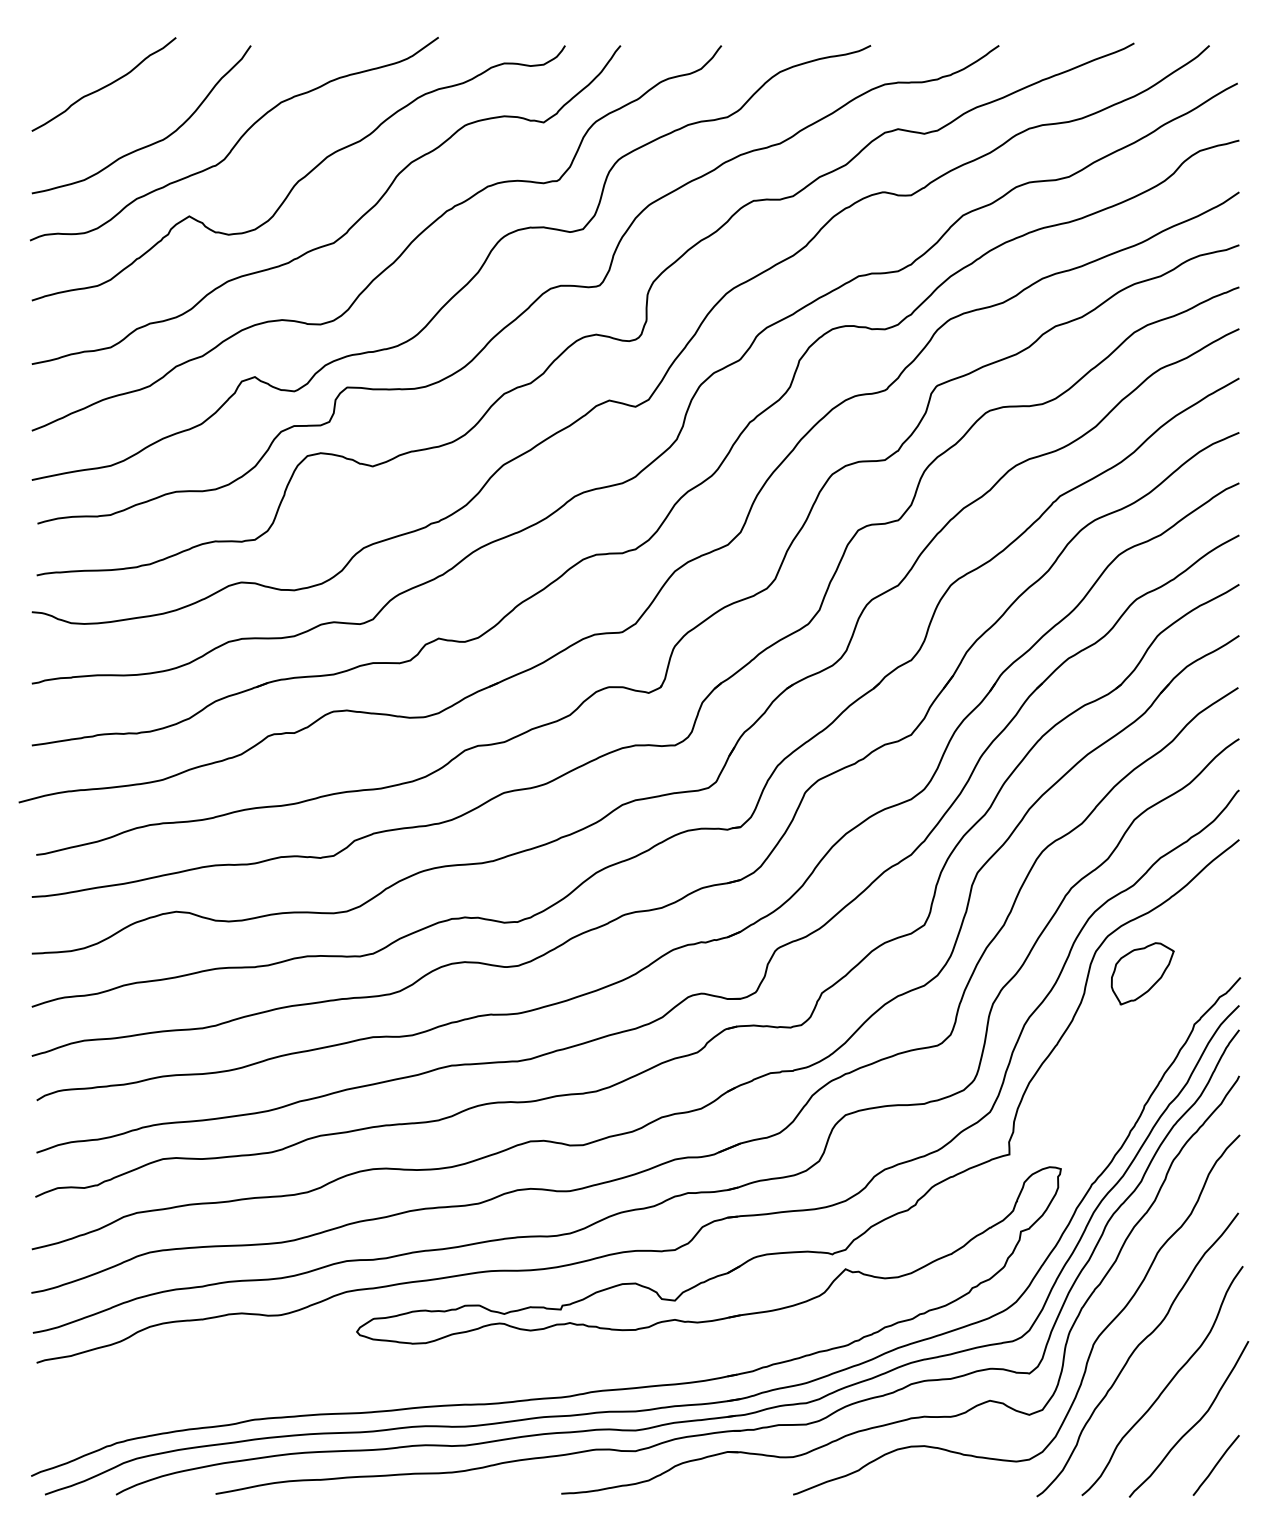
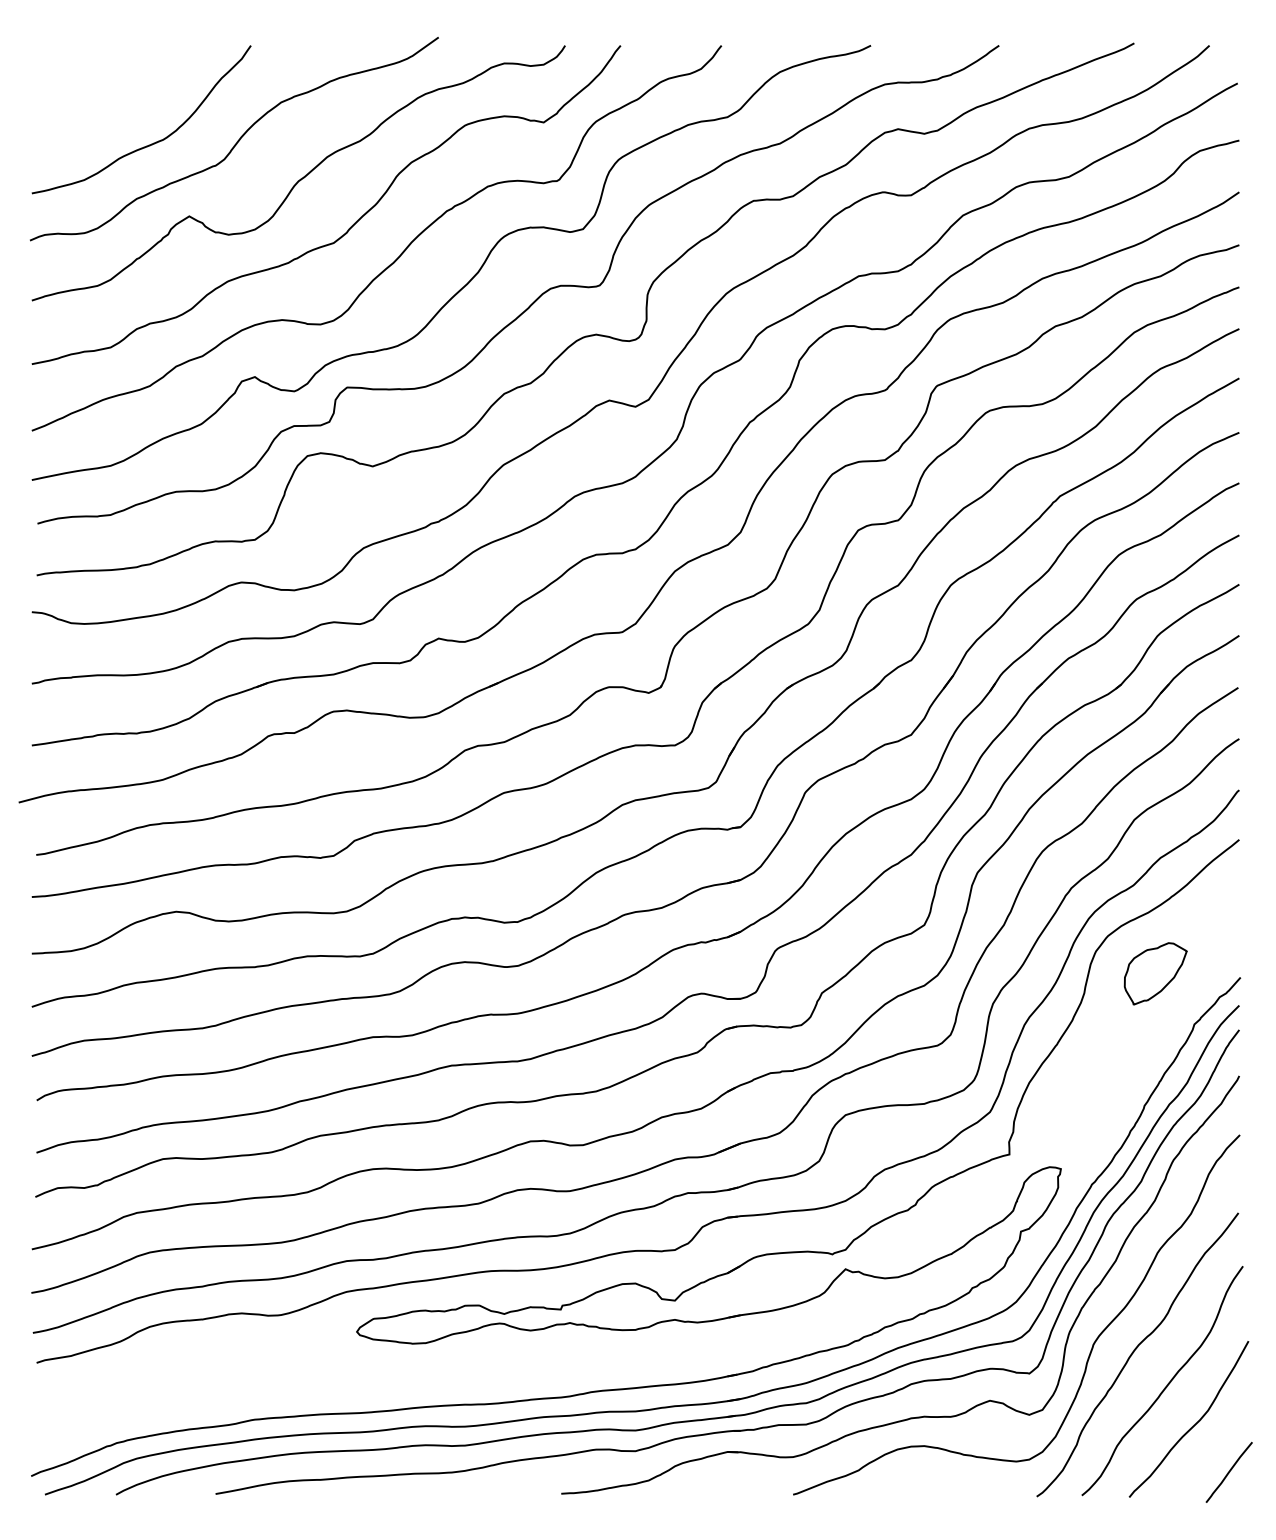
curve at (103, 86): present -> none
part at (1142, 973) position: (1142, 973) -> (1155, 973)
line at (1215, 1464) position: (1215, 1464) -> (1228, 1471)
